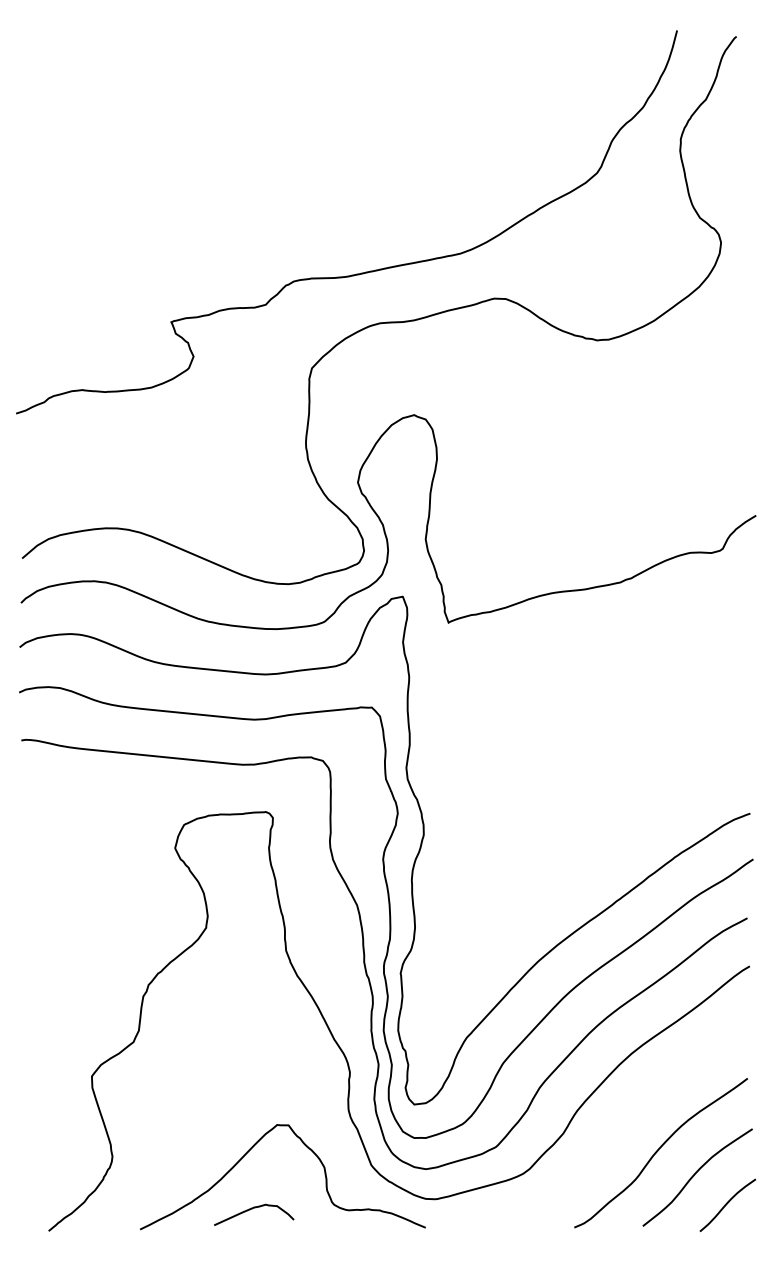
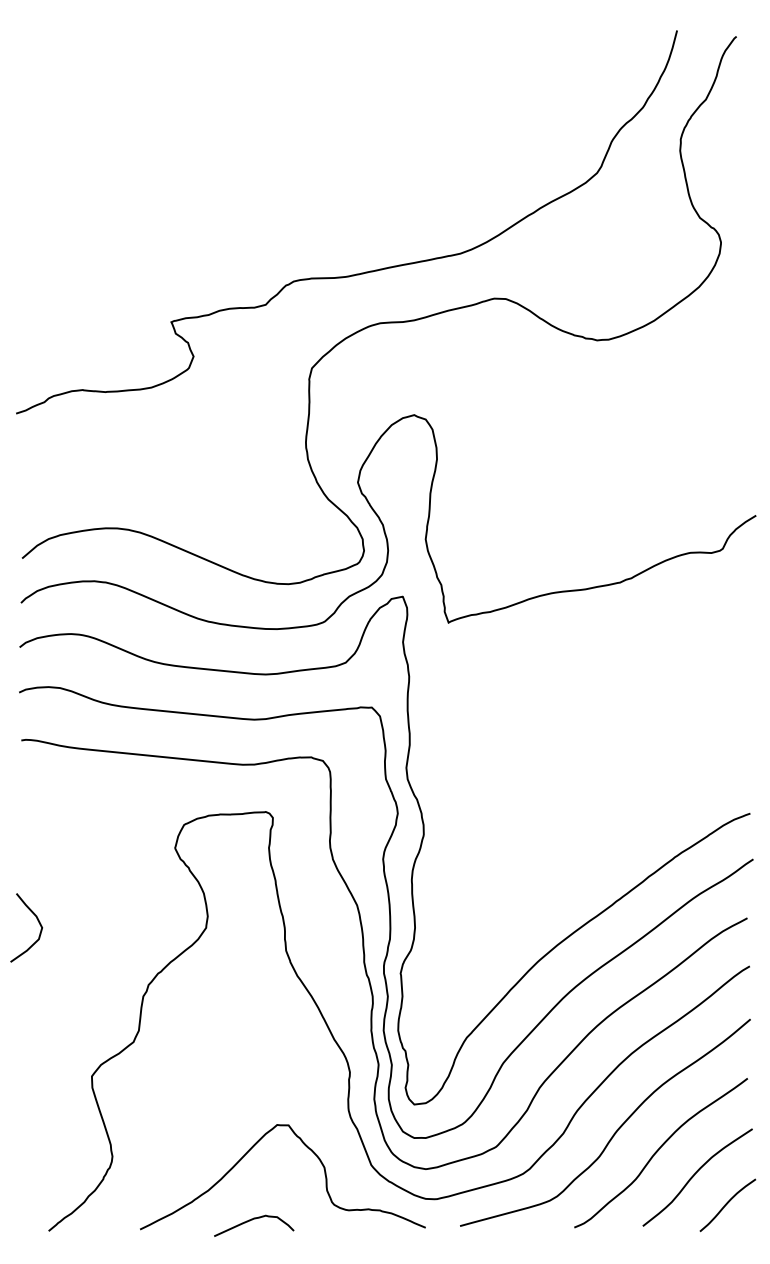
curve at (38, 922): none -> present
curve at (617, 1128): none -> present
curve at (252, 1209) position: (252, 1209) -> (252, 1220)
